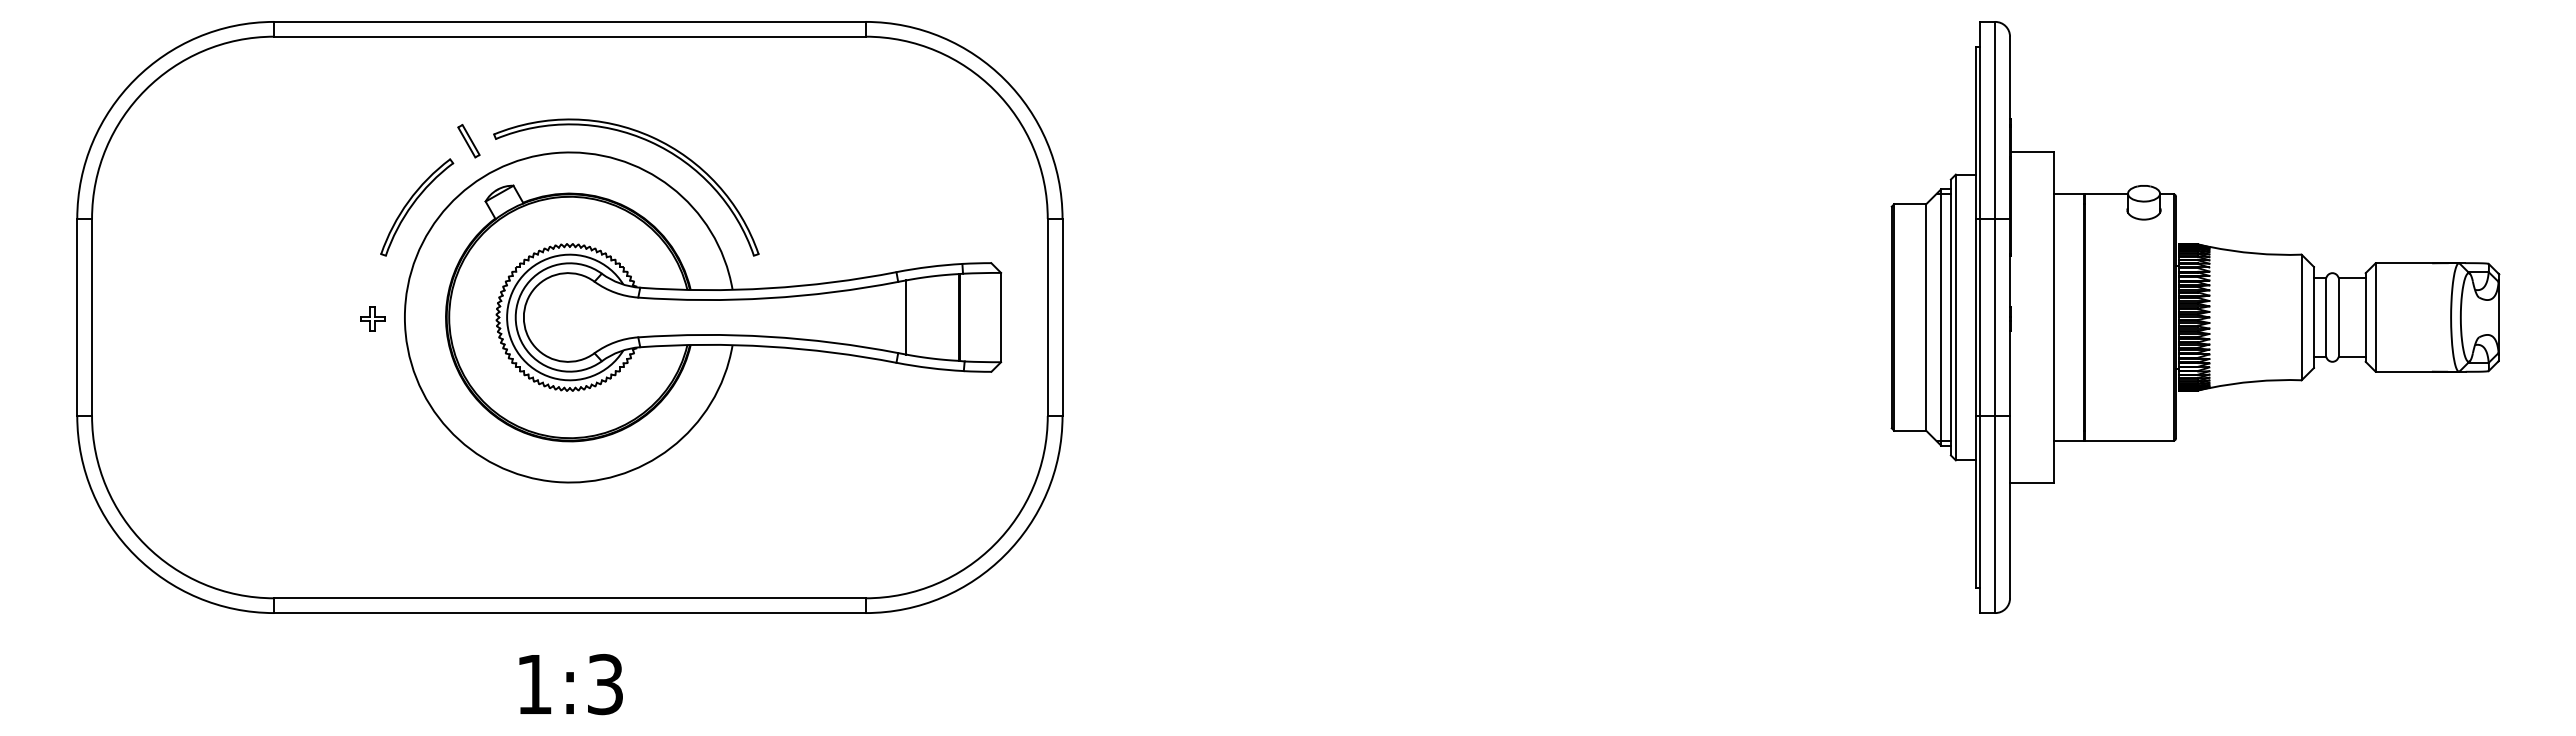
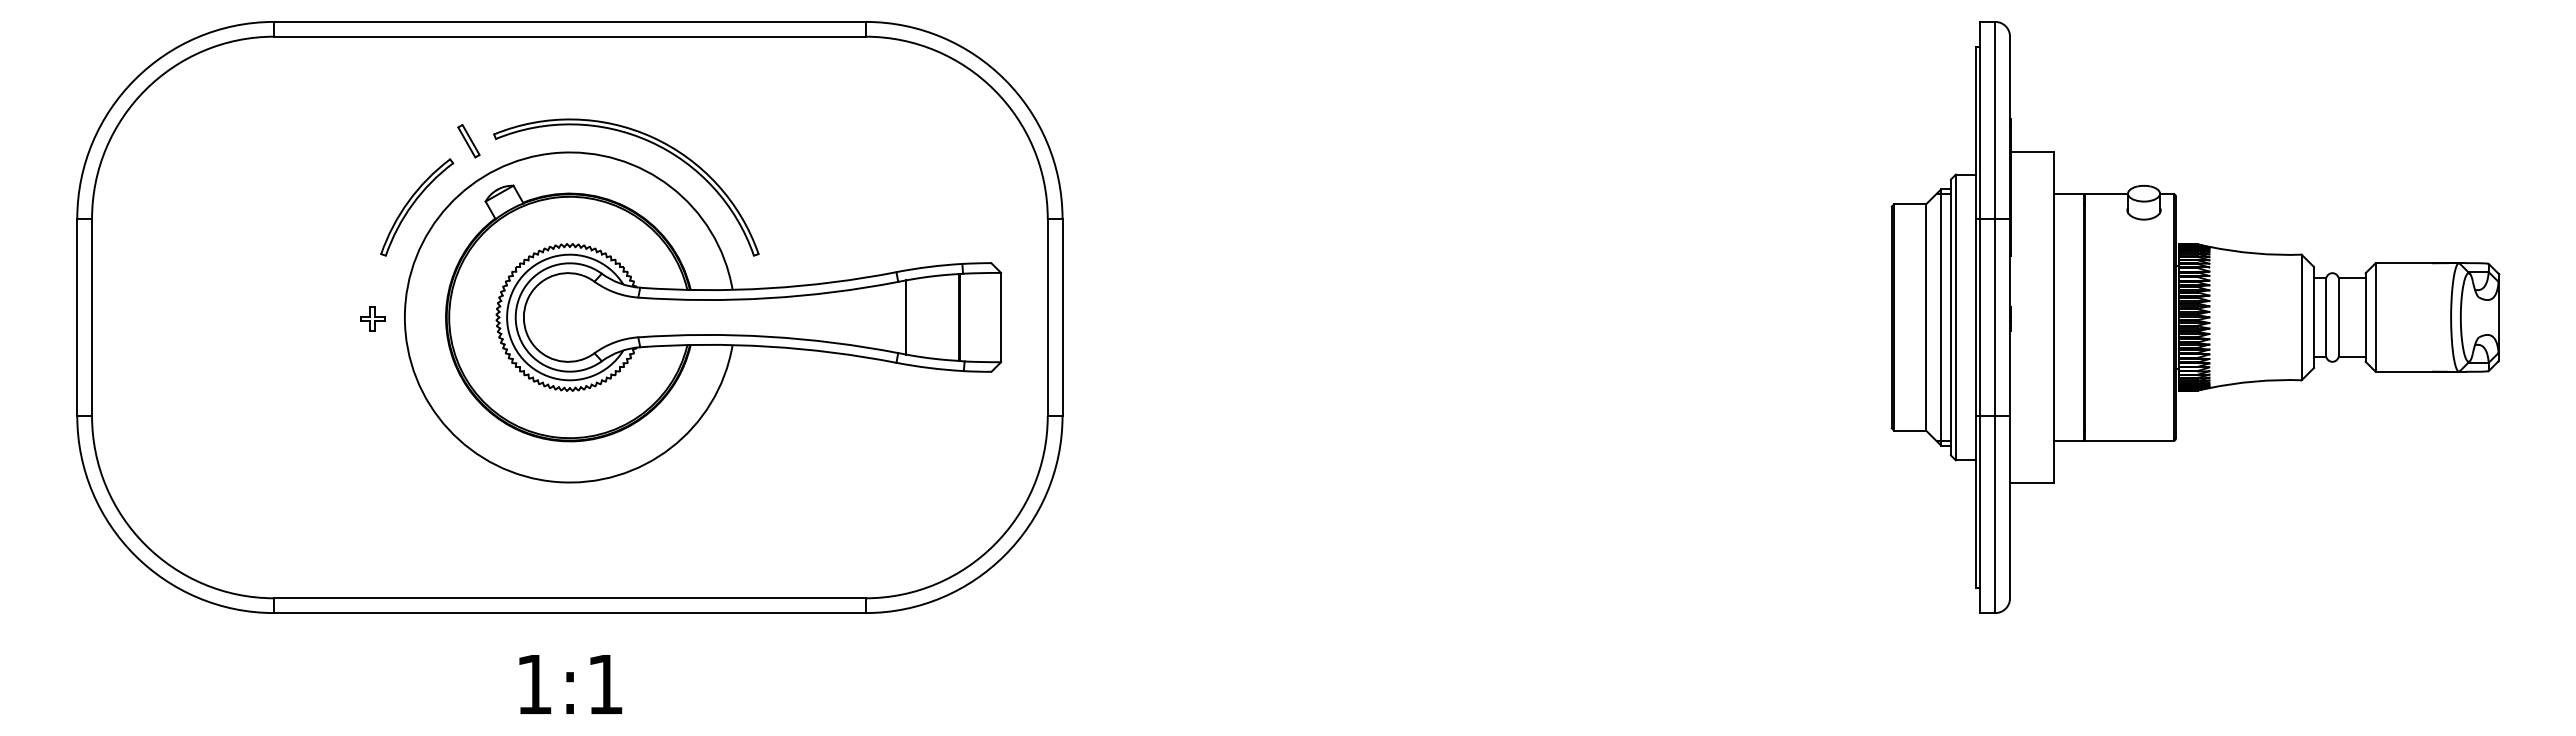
text at (605, 684): 1:3 -> 1:1
